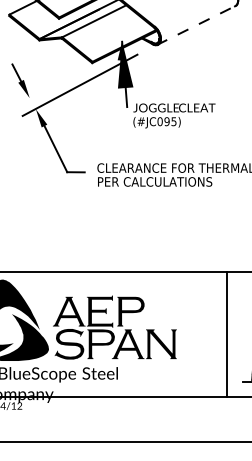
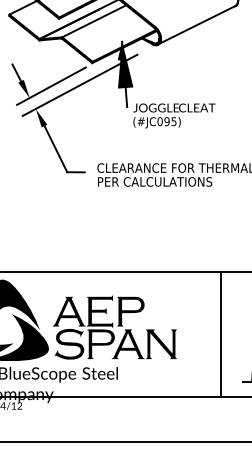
line at (196, 25): dashed -> solid
line at (51, 85): none -> present
line at (226, 334) position: (226, 334) -> (220, 334)
